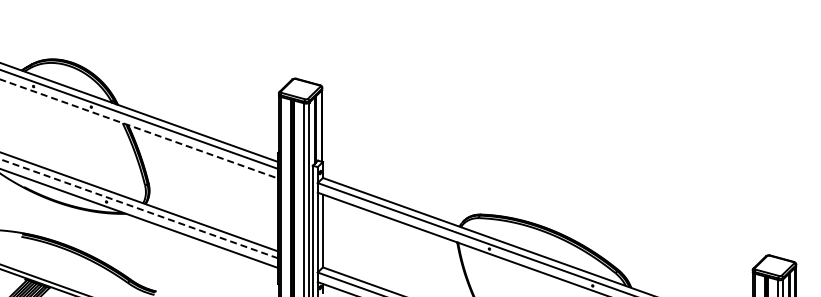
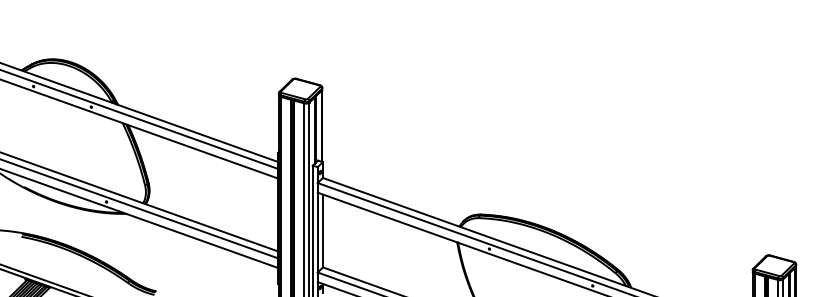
line at (139, 128): dashed -> solid
line at (139, 208): dashed -> solid
